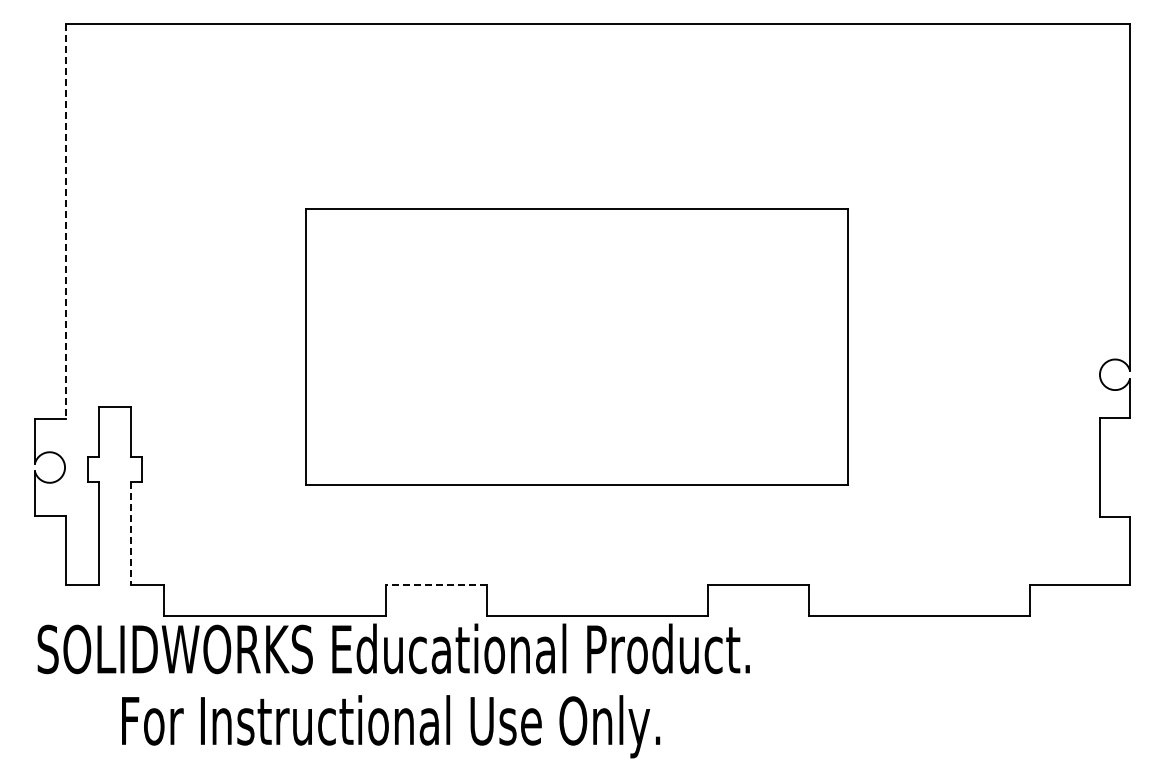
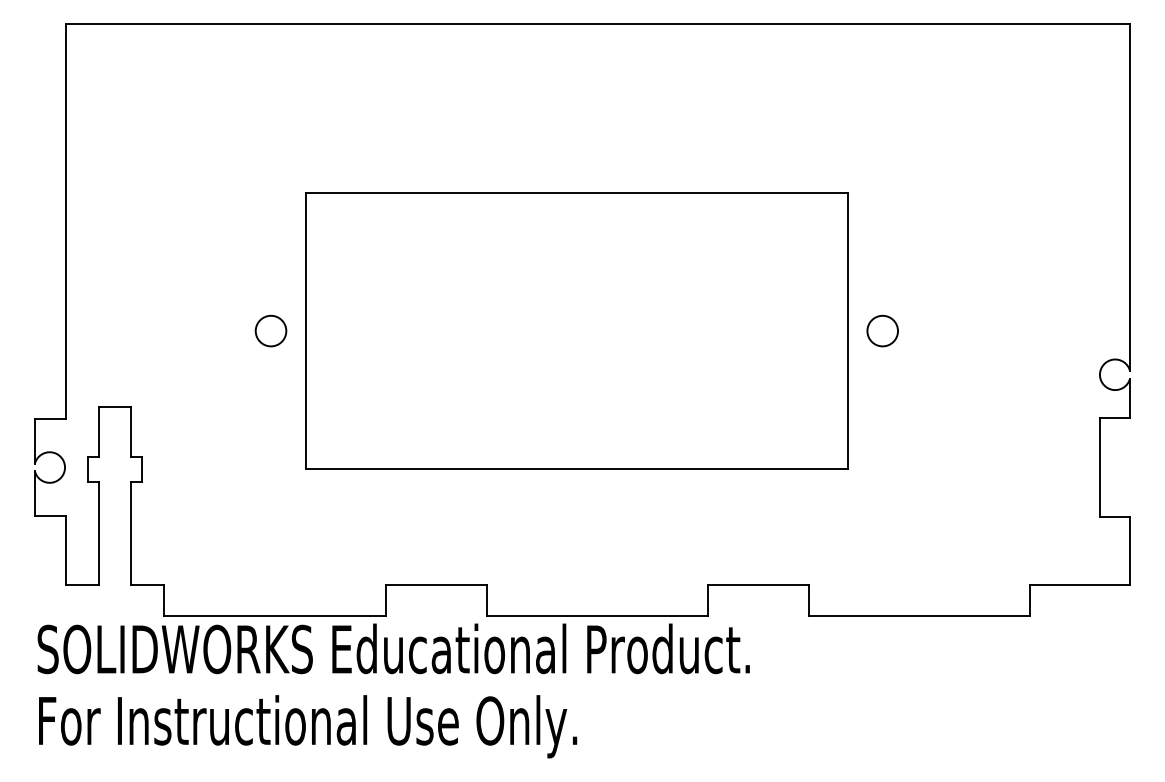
line at (65, 221): dashed -> solid
circle at (270, 330): none -> present
circle at (882, 330): none -> present
part at (576, 346) position: (576, 346) -> (576, 330)
line at (130, 534): dashed -> solid
line at (435, 584): dashed -> solid
text at (391, 726) position: (391, 726) -> (308, 726)
